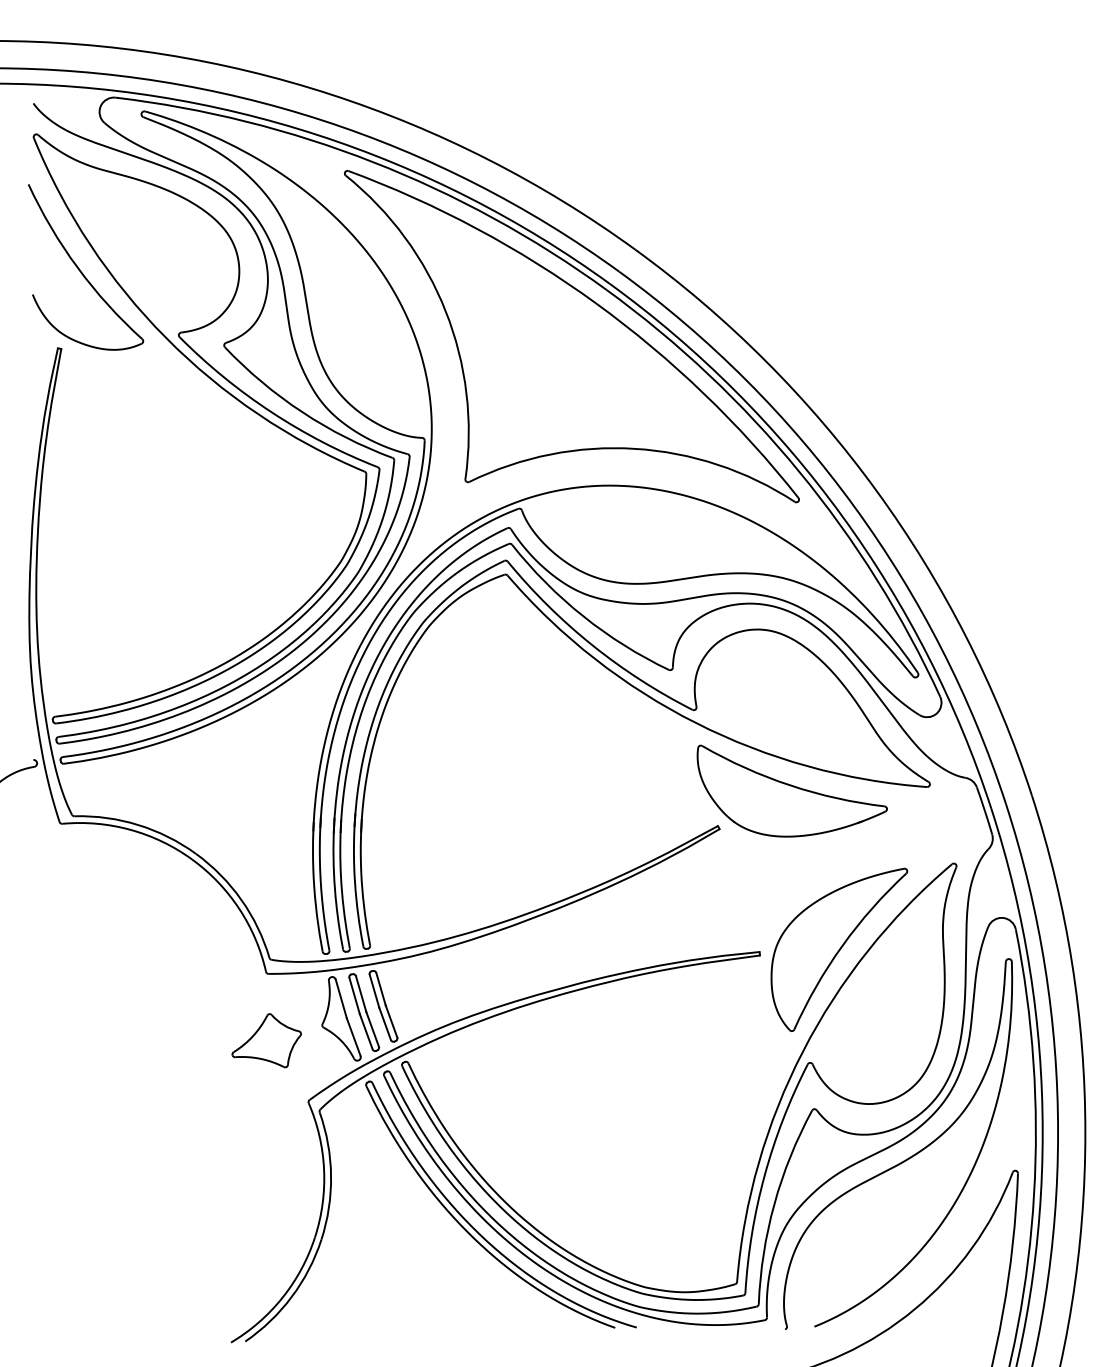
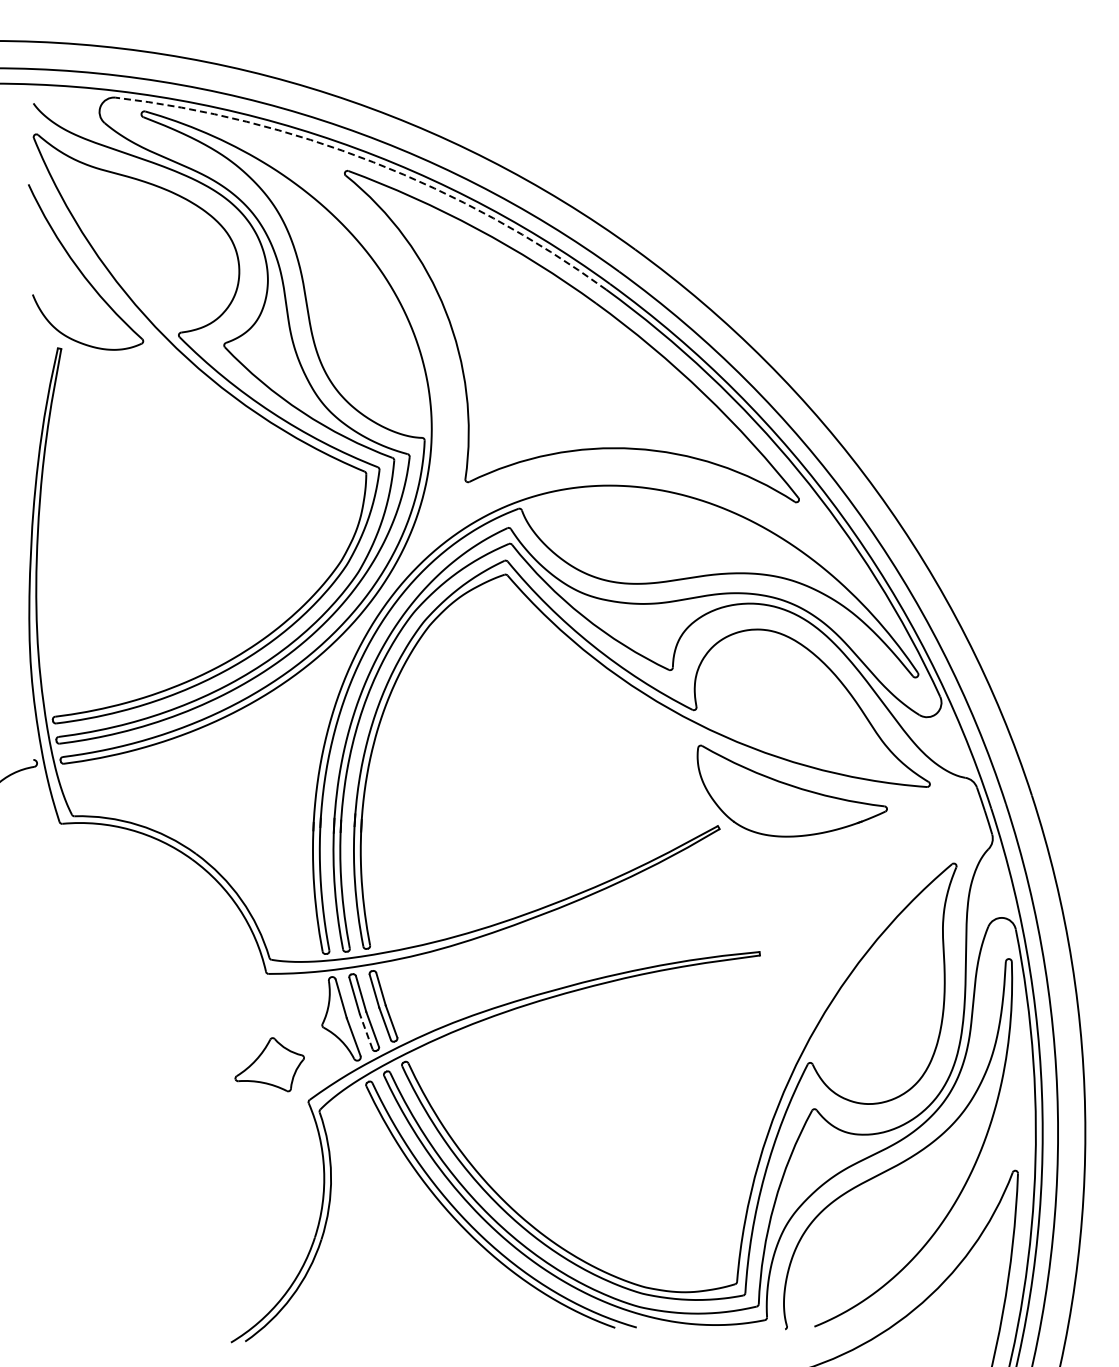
arc at (373, 162): solid -> dashed
part at (839, 949): present -> none
line at (366, 1031): solid -> dashed
part at (266, 1040) position: (266, 1040) -> (269, 1064)
